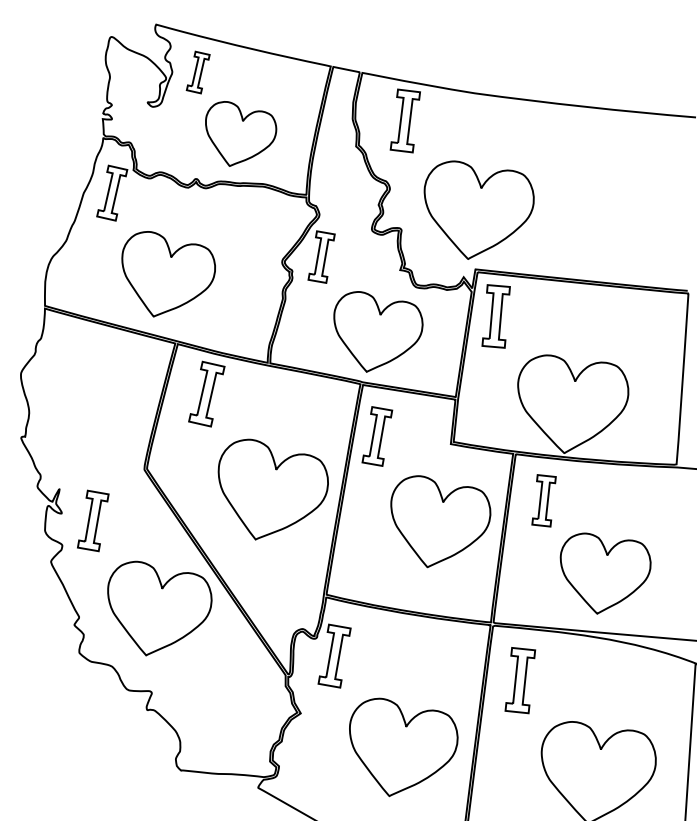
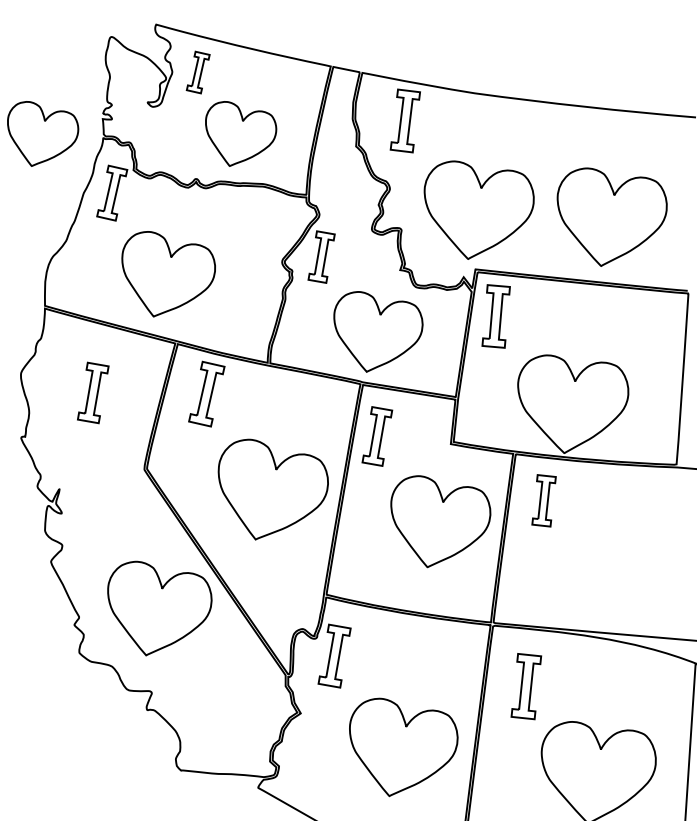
part at (43, 133): none -> present
part at (611, 216): none -> present
part at (93, 520) position: (93, 520) -> (93, 392)
part at (605, 573): present -> none
part at (520, 680) position: (520, 680) -> (526, 686)
